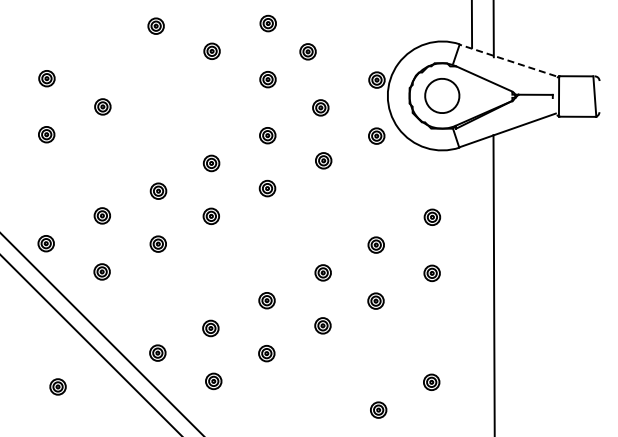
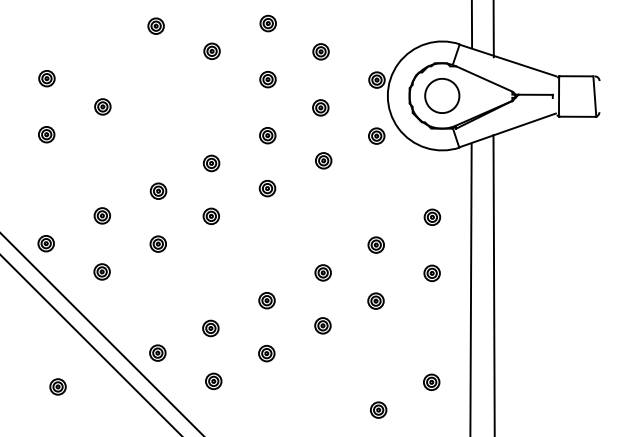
part at (307, 51) position: (307, 51) -> (320, 51)
line at (507, 60): dashed -> solid
line at (470, 288): none -> present
